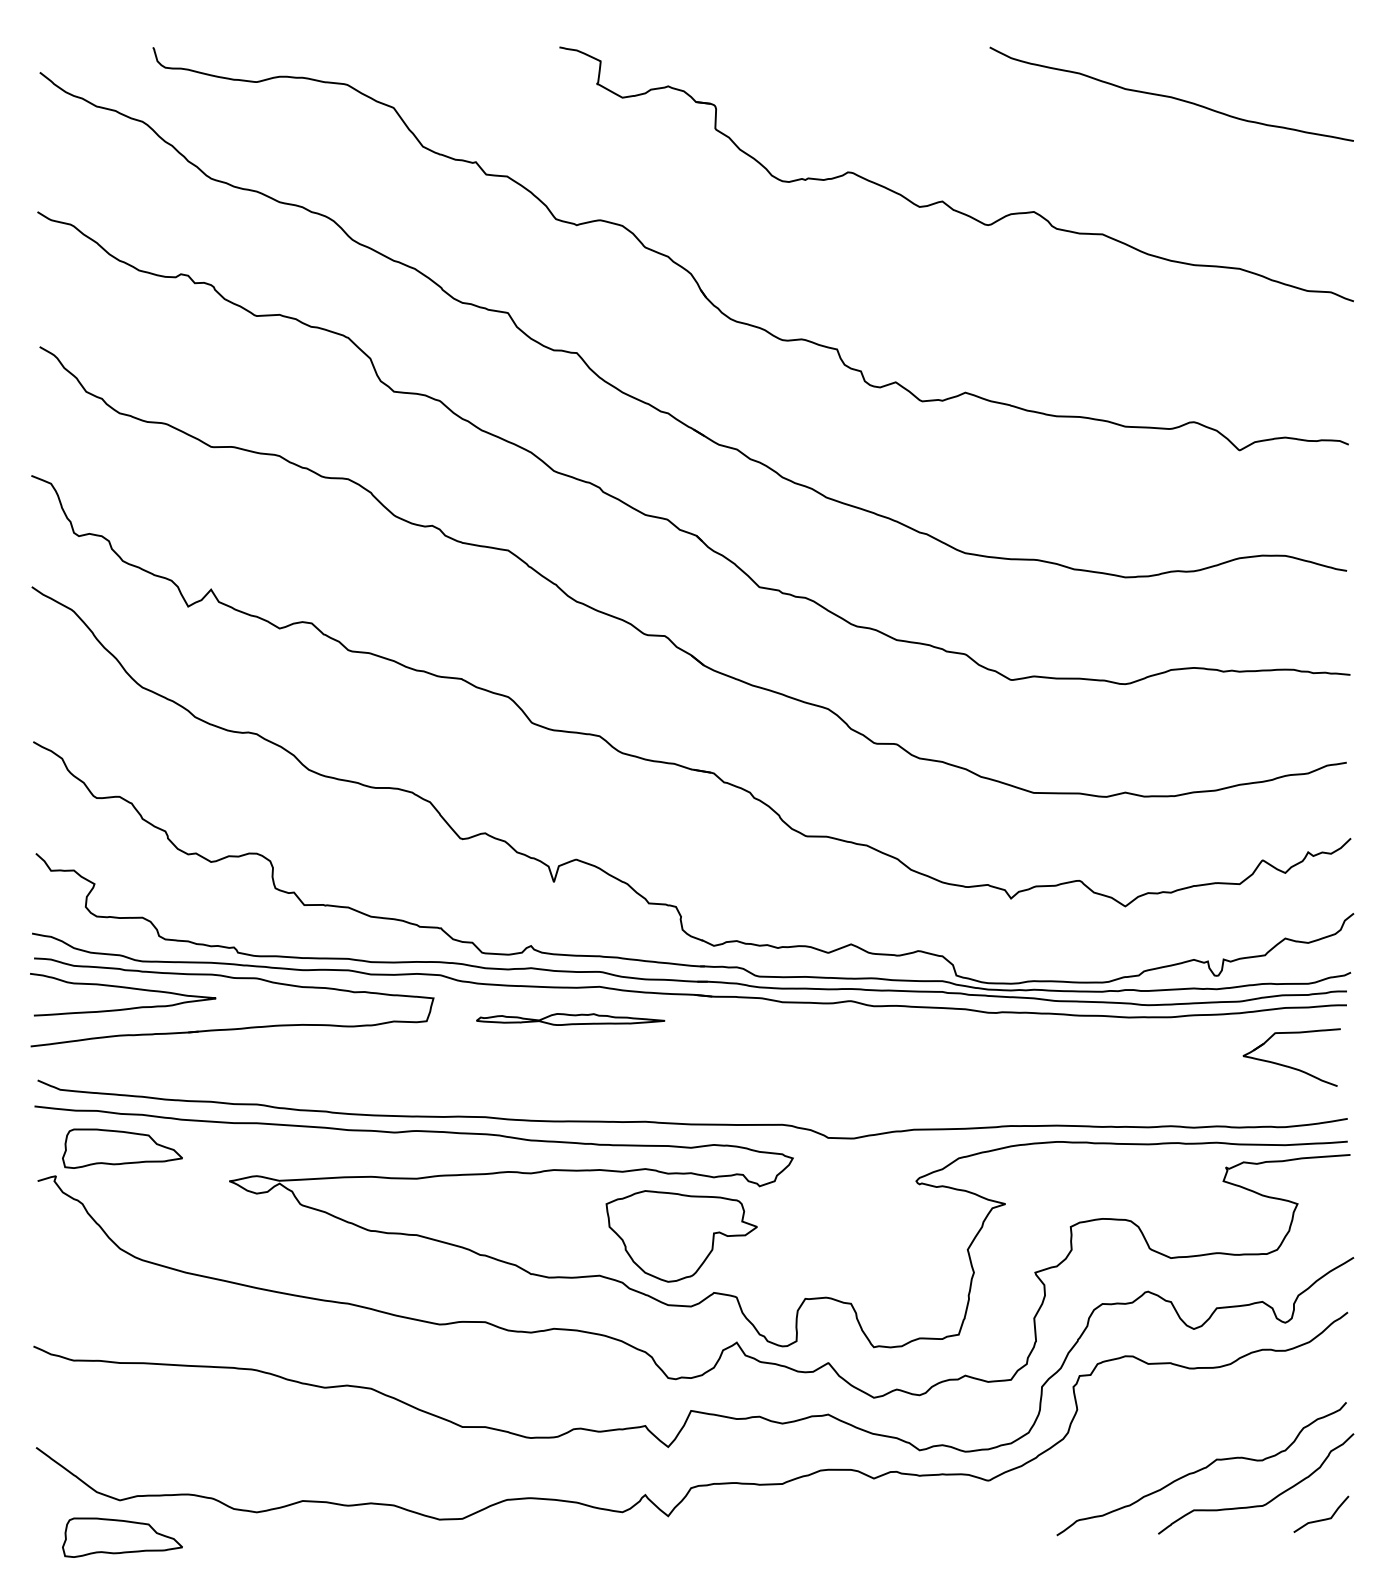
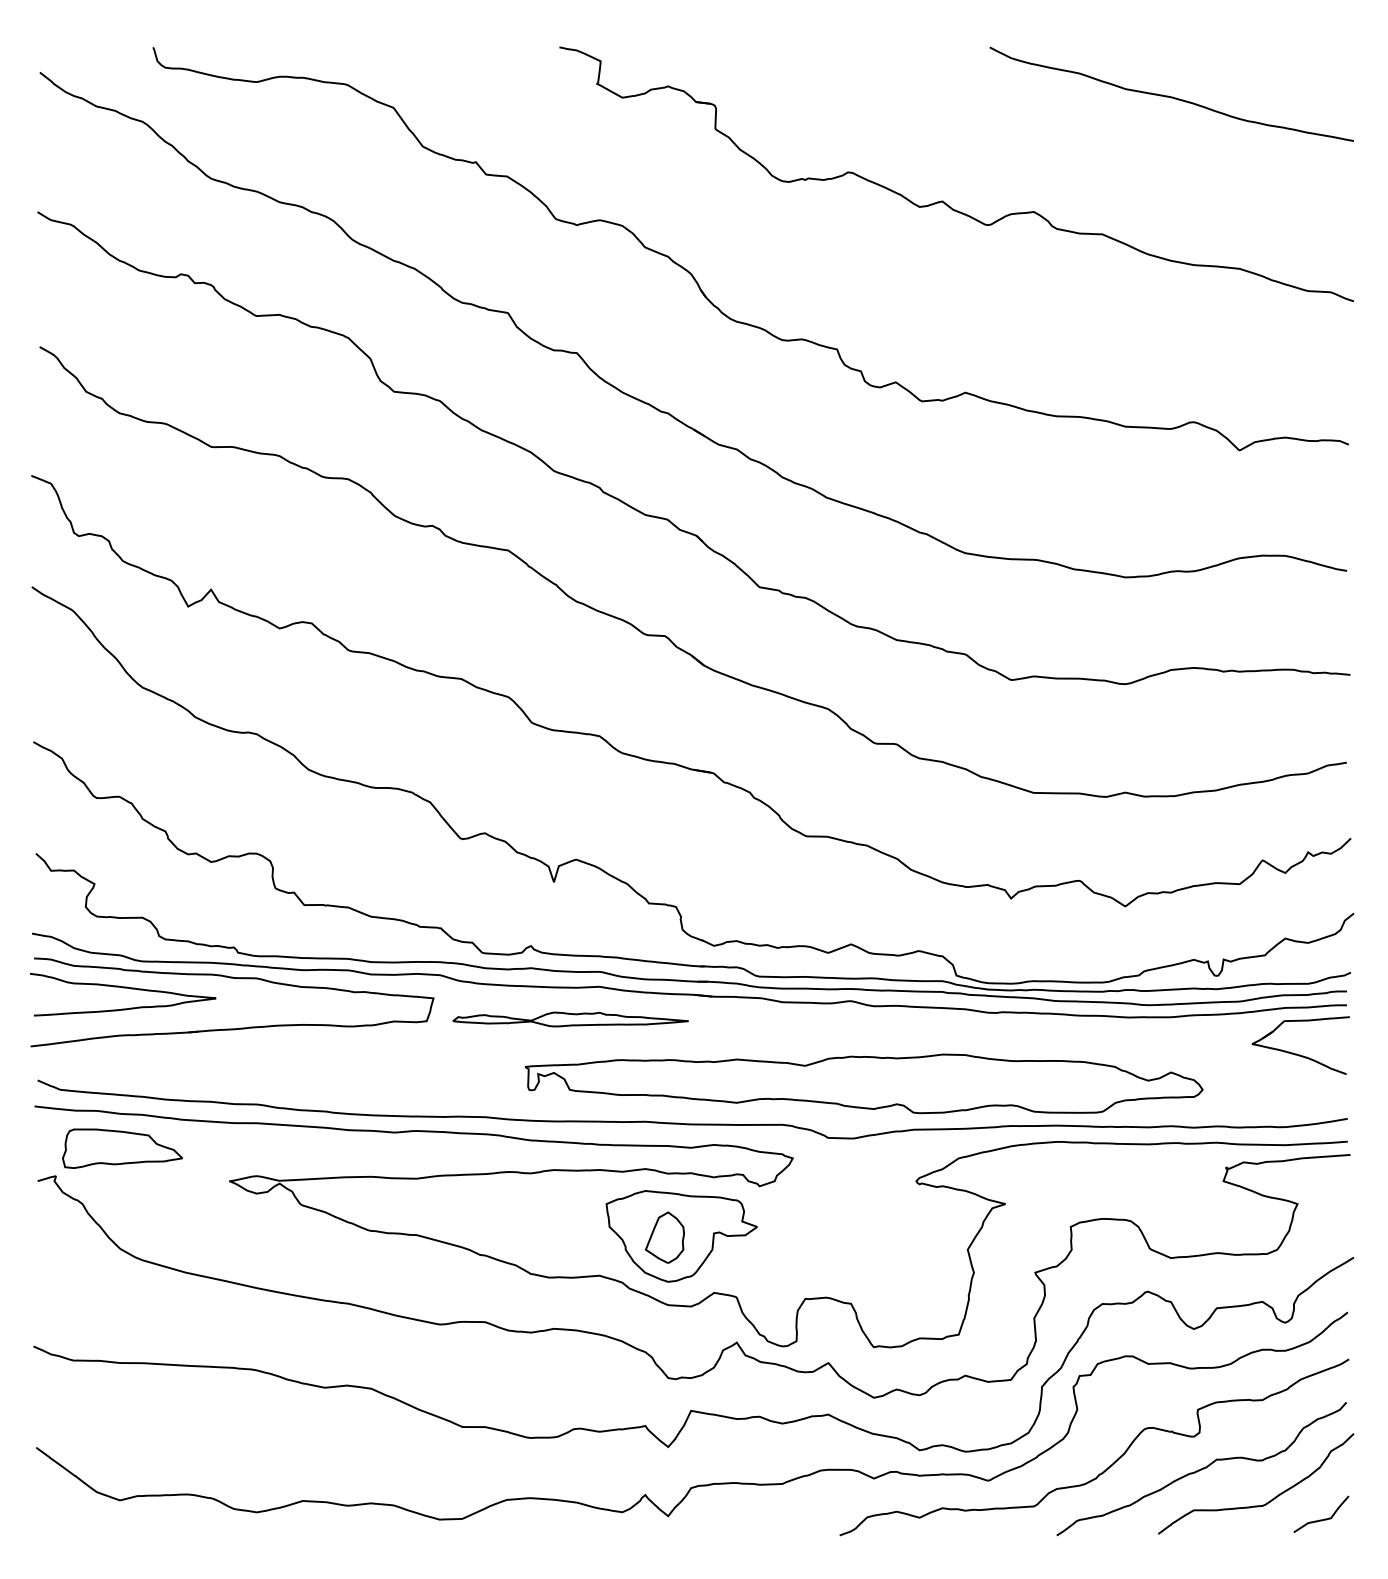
part at (570, 1019) size: 190x13 px -> 237x17 px
part at (1287, 1065) position: (1287, 1065) -> (1296, 1053)
part at (863, 1083): none -> present
part at (664, 1237): none -> present
curve at (1109, 1465): none -> present
part at (122, 1537): present -> none
